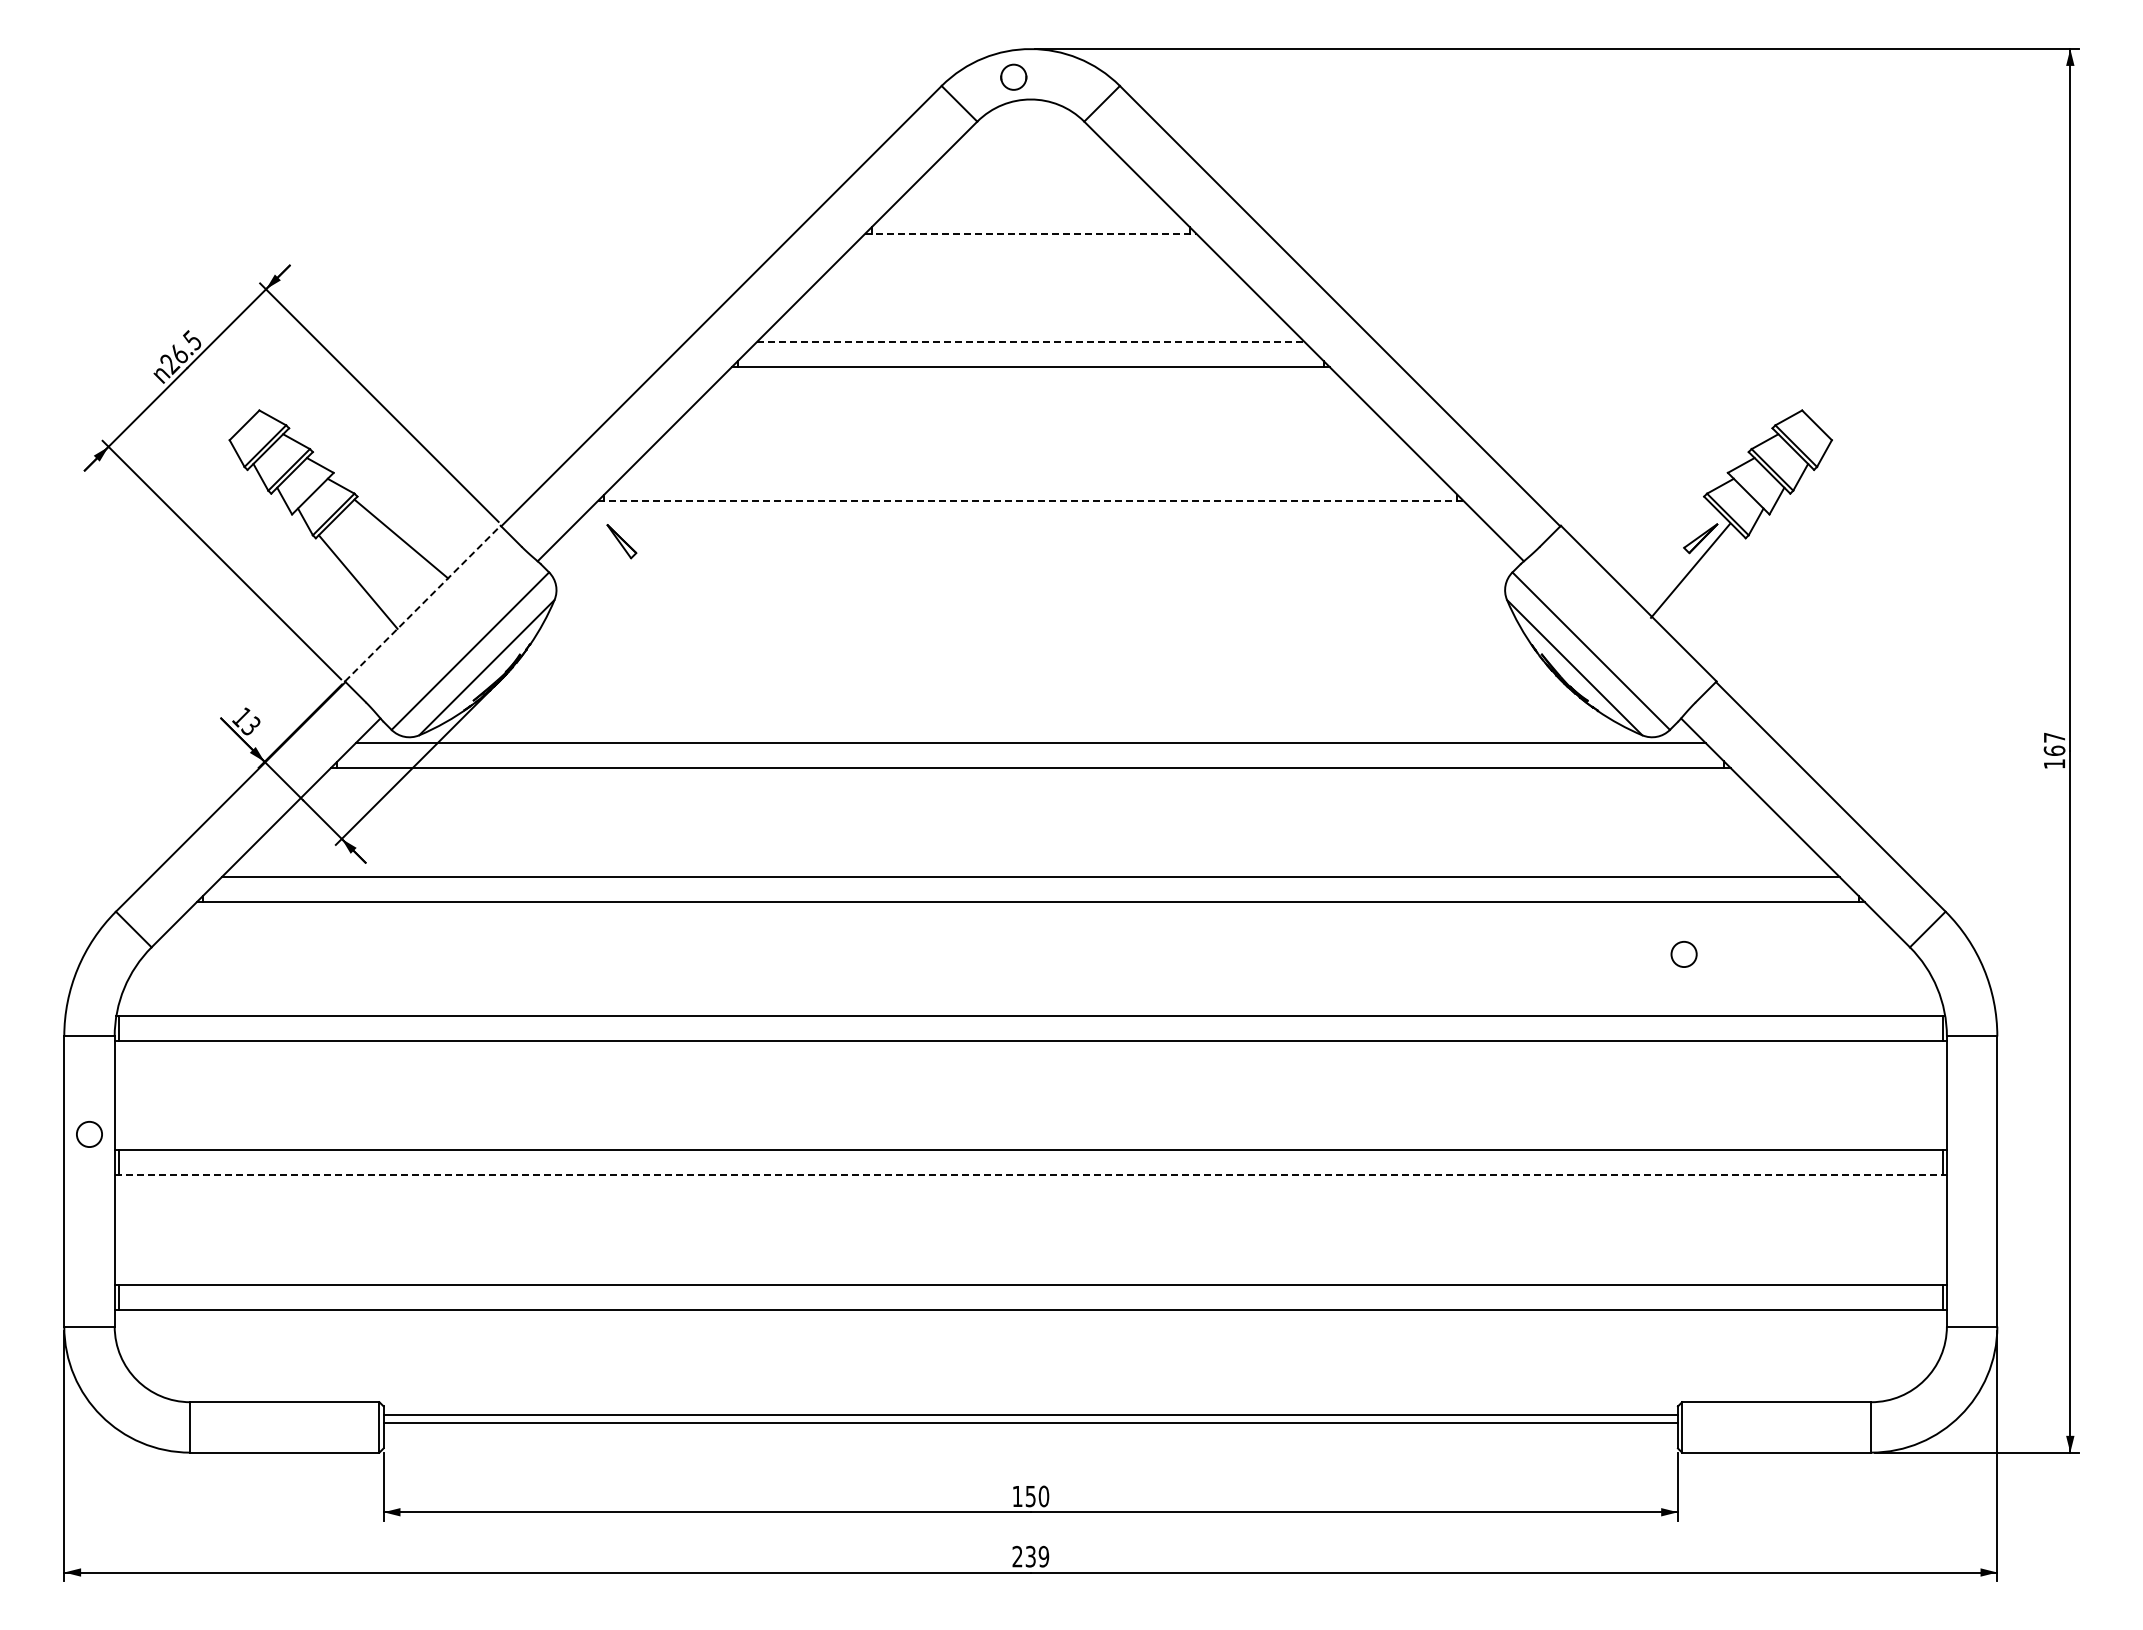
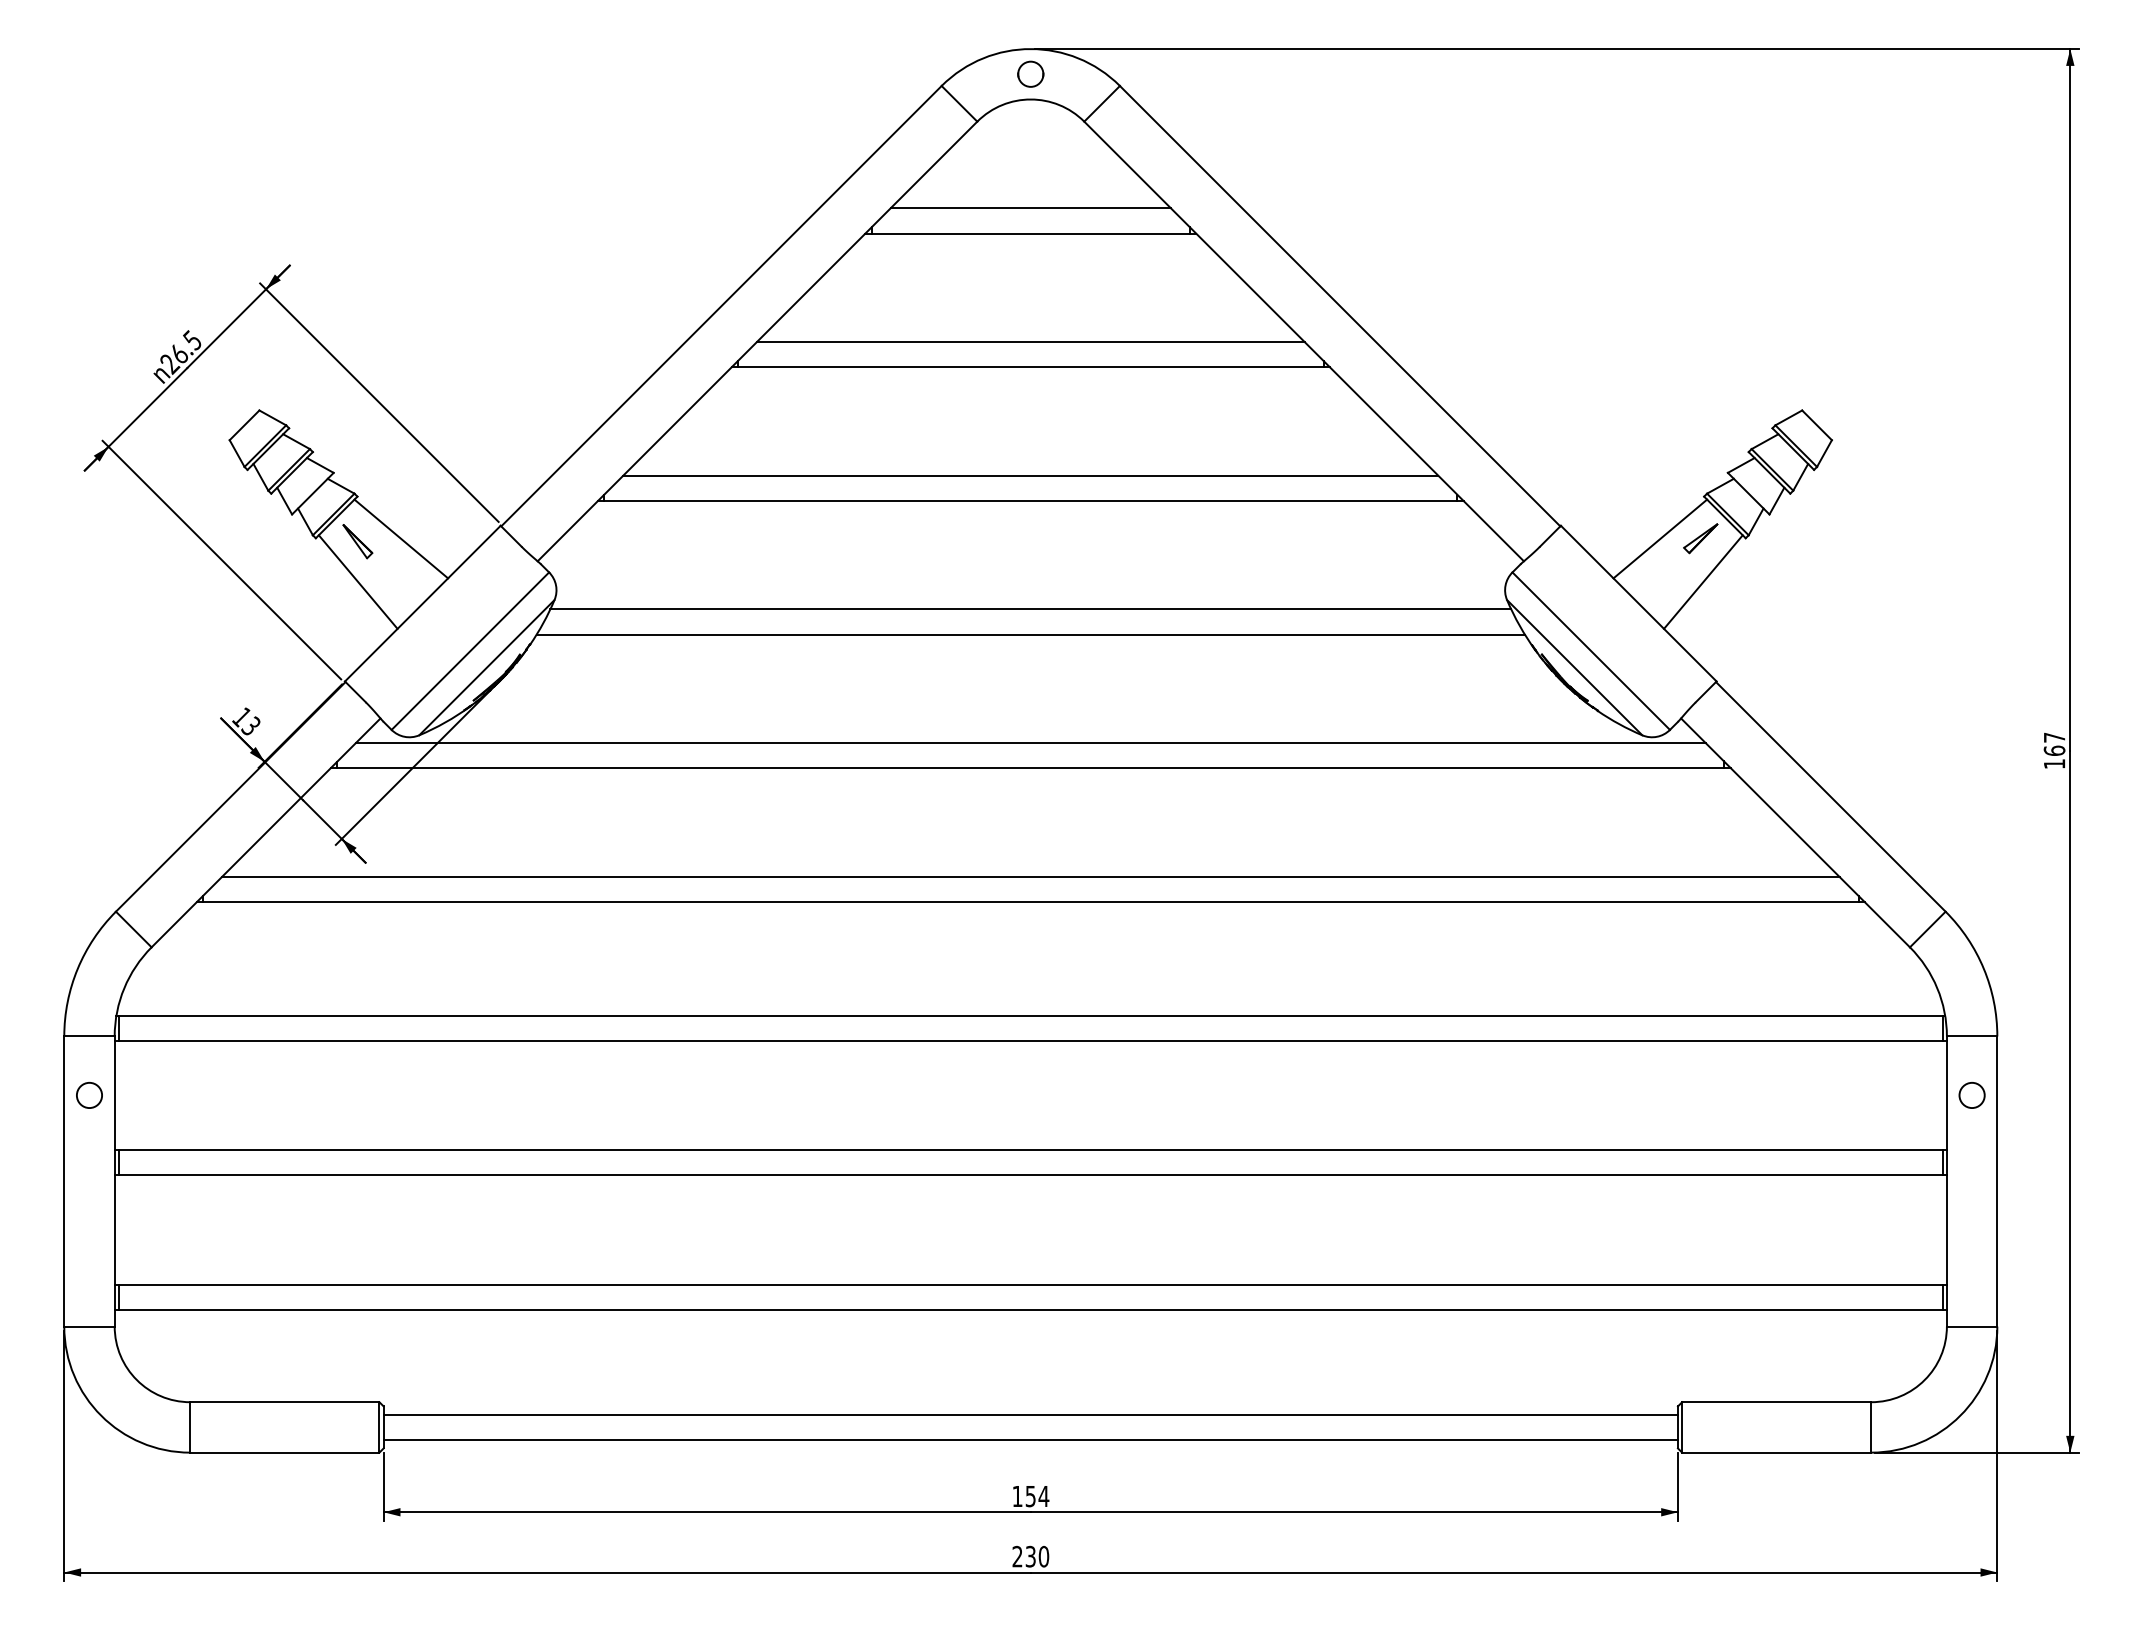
circle at (1013, 76) position: (1013, 76) -> (1030, 73)
line at (1030, 208): none -> present
line at (1031, 233): dashed -> solid
line at (1030, 342): dashed -> solid
line at (1030, 475): none -> present
line at (1030, 500): dashed -> solid
line at (1660, 538): none -> present
part at (621, 541) position: (621, 541) -> (357, 541)
line at (1690, 570) position: (1690, 570) -> (1703, 581)
line at (423, 603): dashed -> solid
line at (1030, 609): none -> present
line at (1030, 634): none -> present
circle at (1683, 954) position: (1683, 954) -> (1971, 1095)
circle at (89, 1134) position: (89, 1134) -> (89, 1095)
line at (1031, 1175): dashed -> solid
line at (1030, 1423) position: (1030, 1423) -> (1030, 1440)
text at (1043, 1496): 150 -> 154
text at (1043, 1556): 239 -> 230
